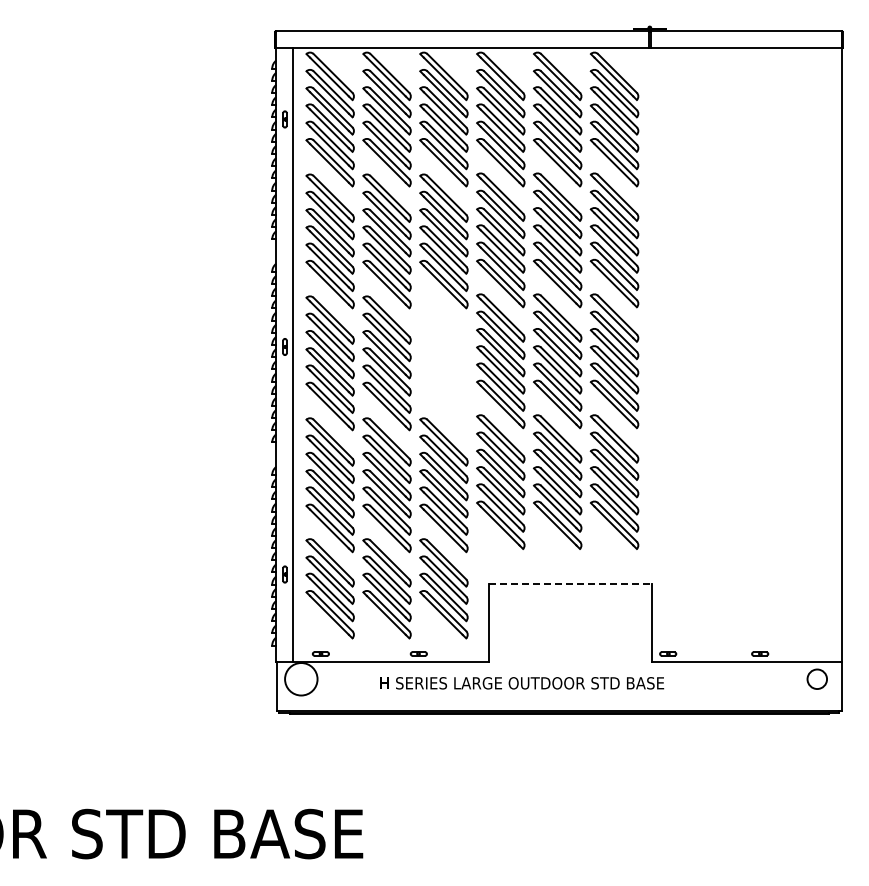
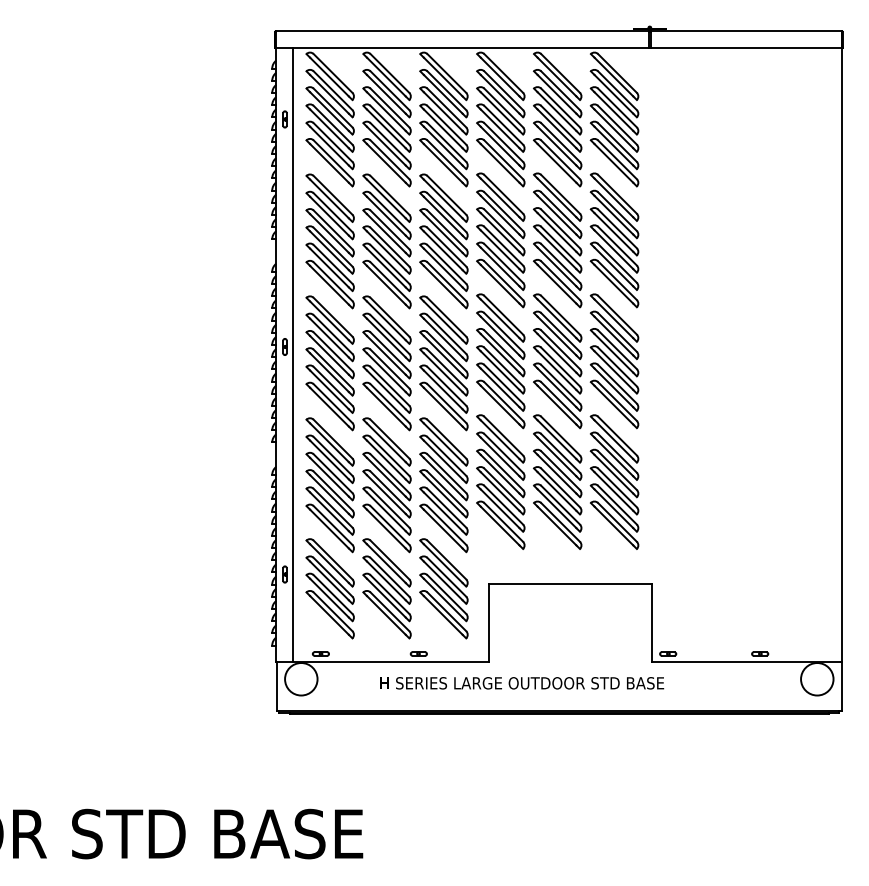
part at (443, 363): none -> present
line at (571, 583): dashed -> solid
circle at (817, 679) diameter: 20 px -> 33 px
